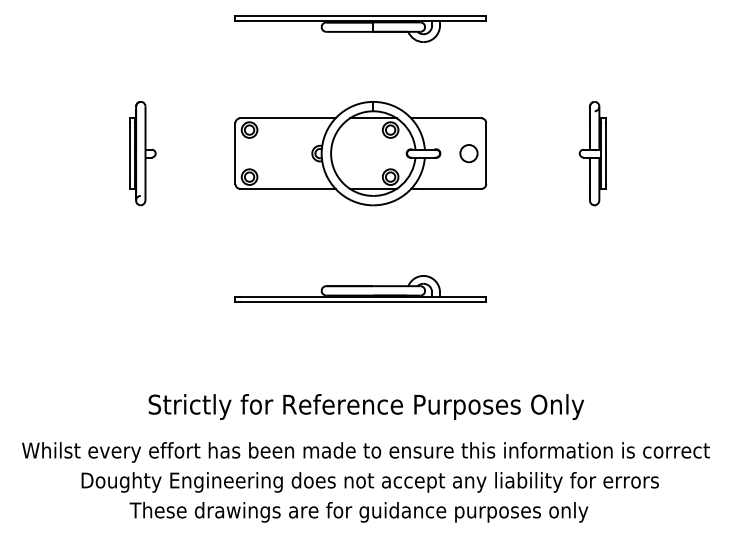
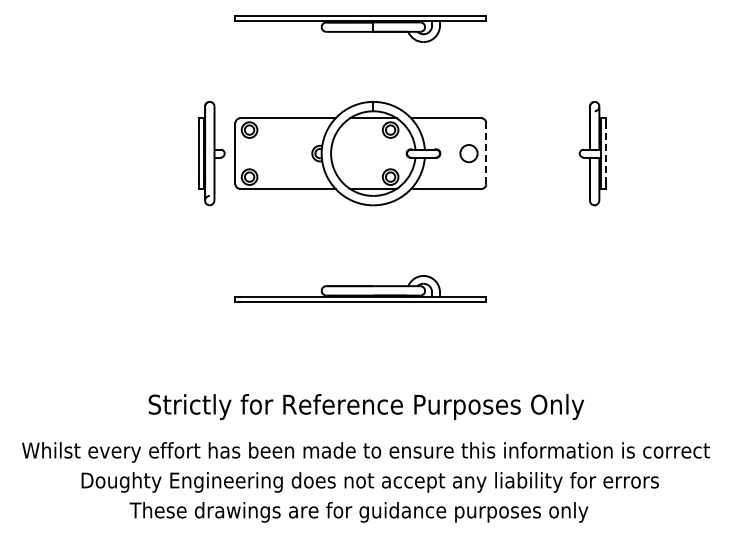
part at (142, 153) position: (142, 153) -> (211, 153)
line at (486, 153): solid -> dashed
line at (605, 153): solid -> dashed
